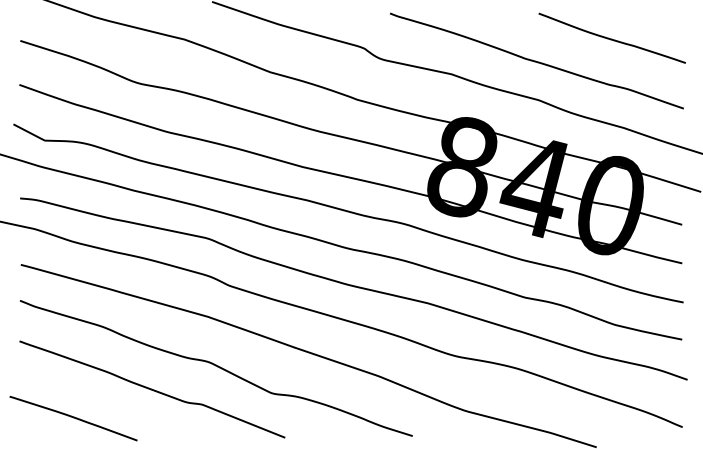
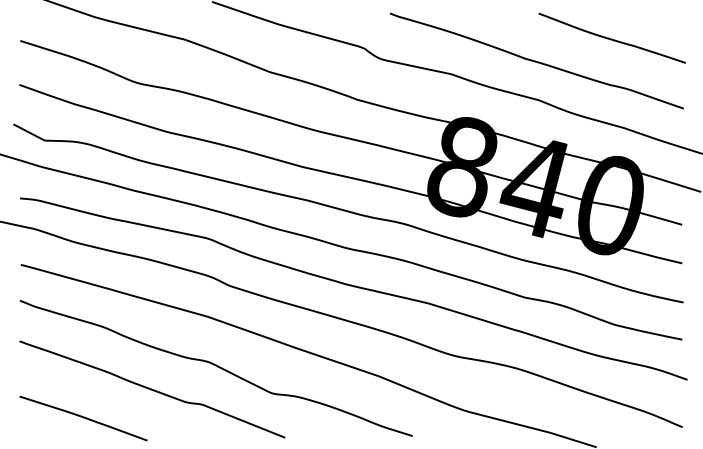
curve at (73, 418) position: (73, 418) -> (83, 418)
